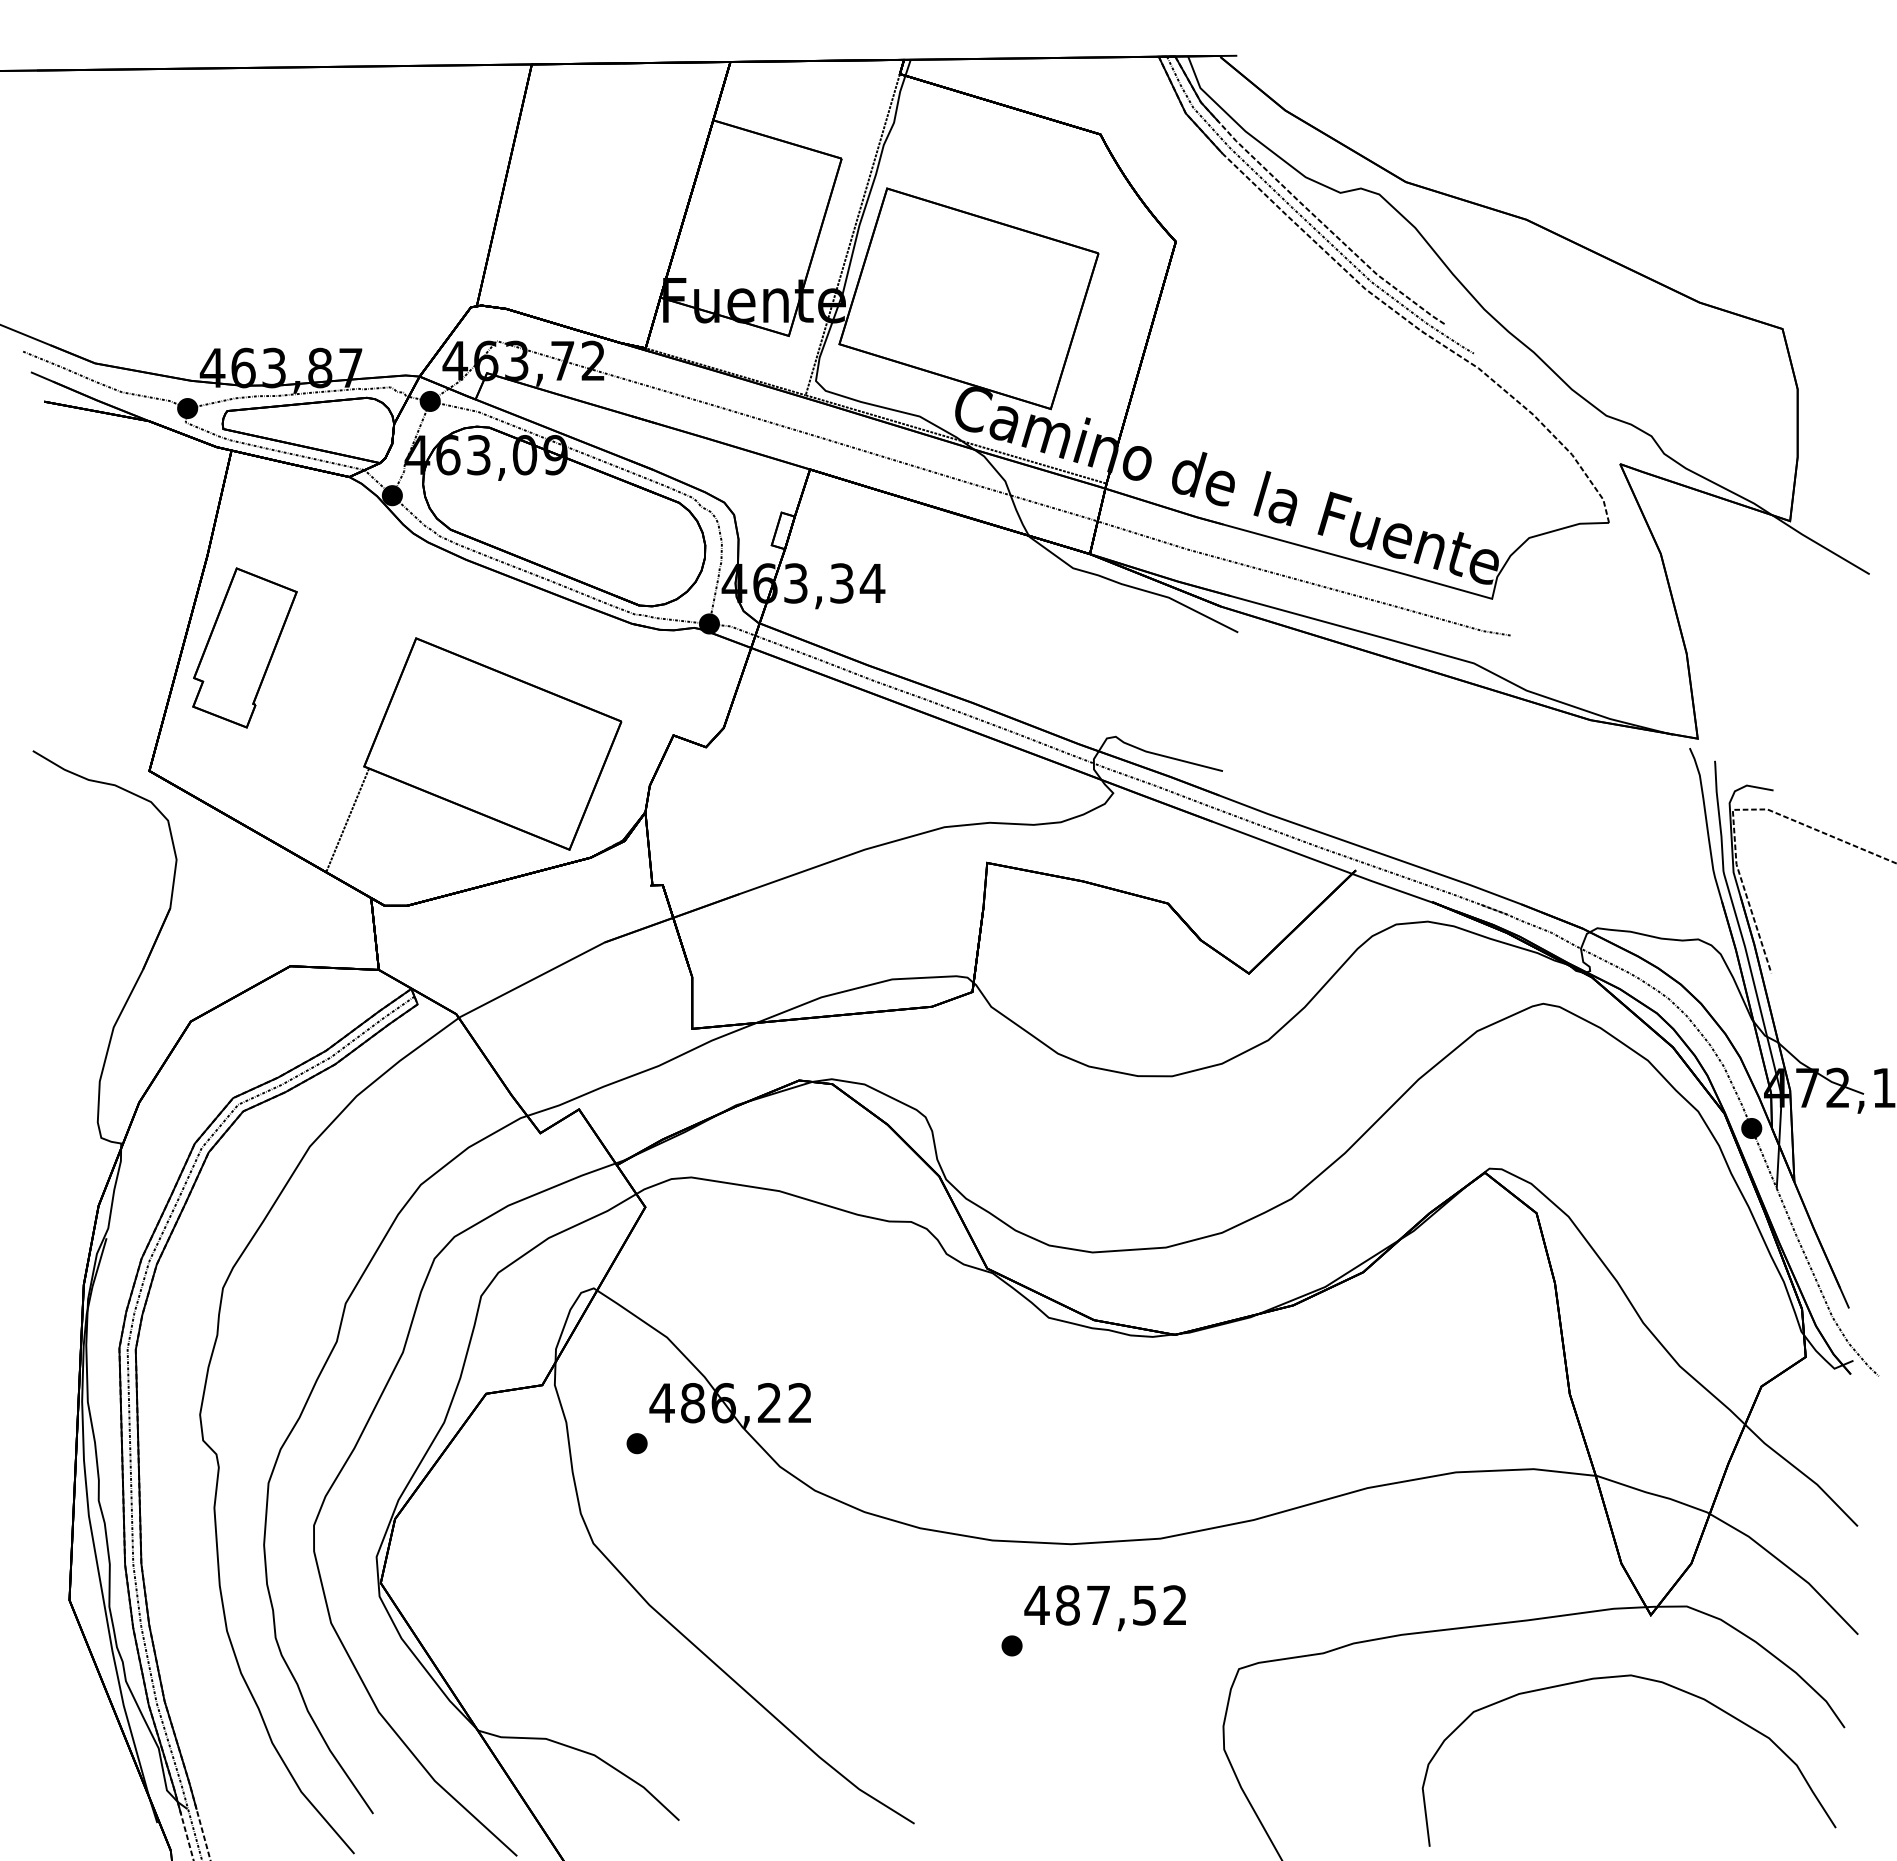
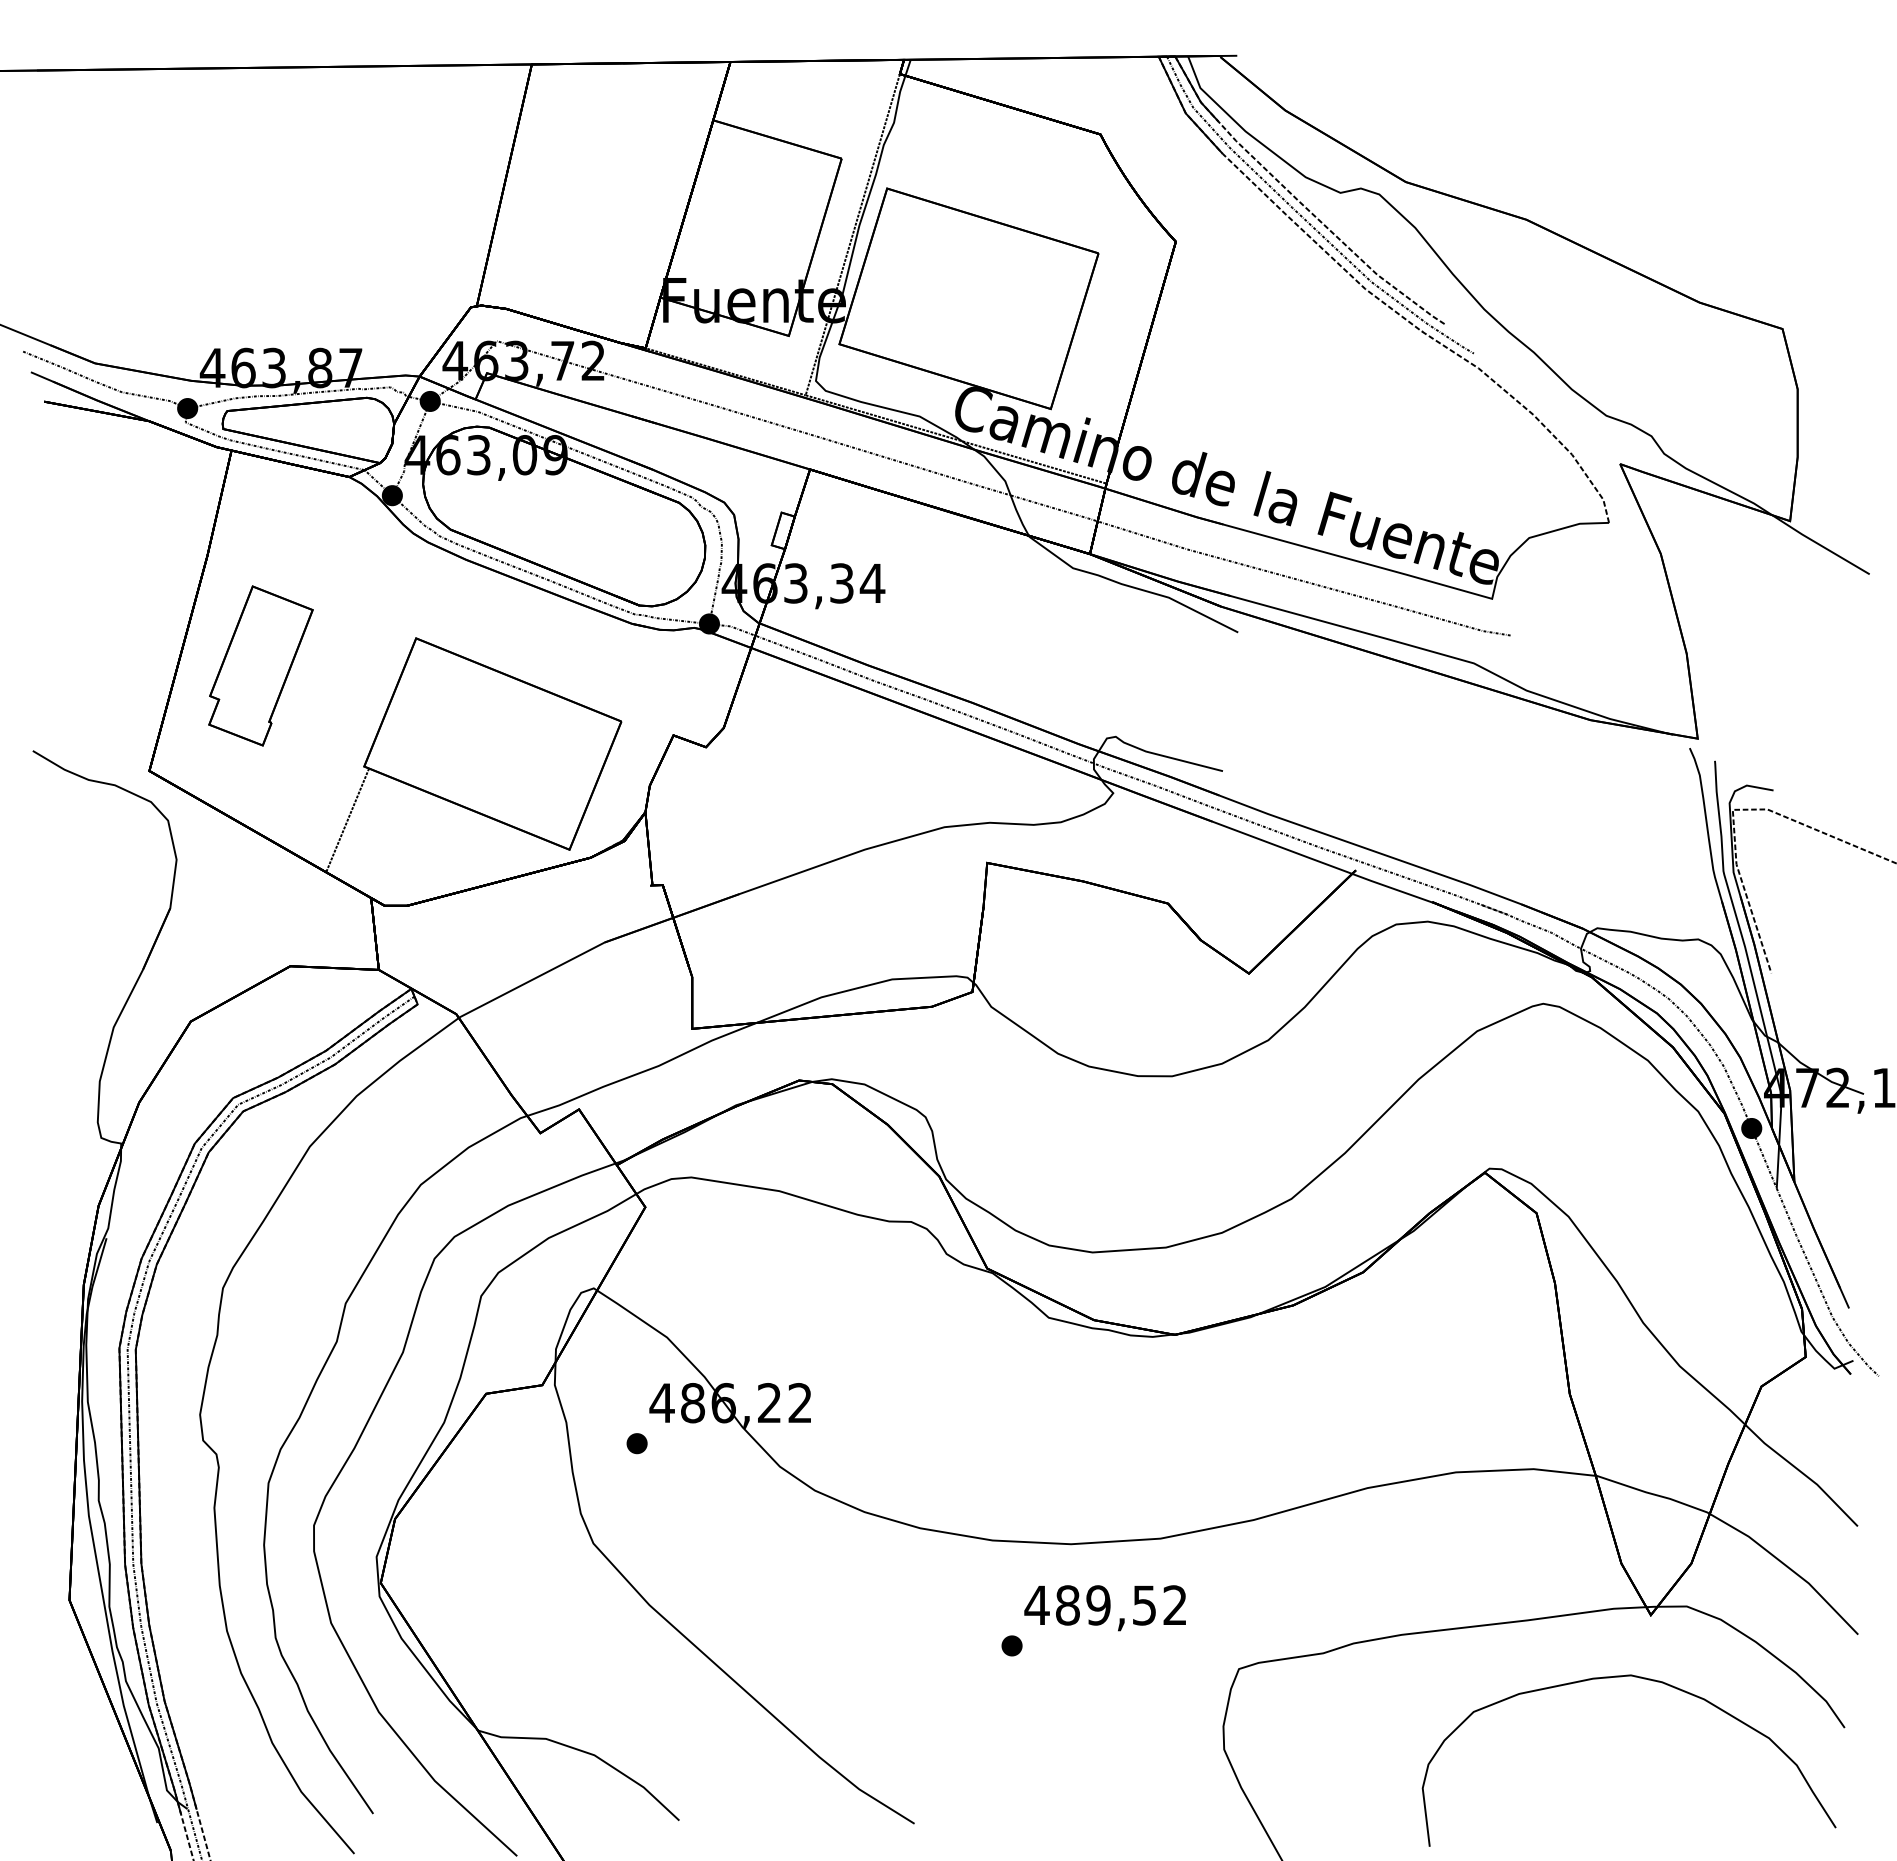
part at (244, 647) position: (244, 647) -> (260, 665)
text at (1098, 1605): 487,52 -> 489,52
